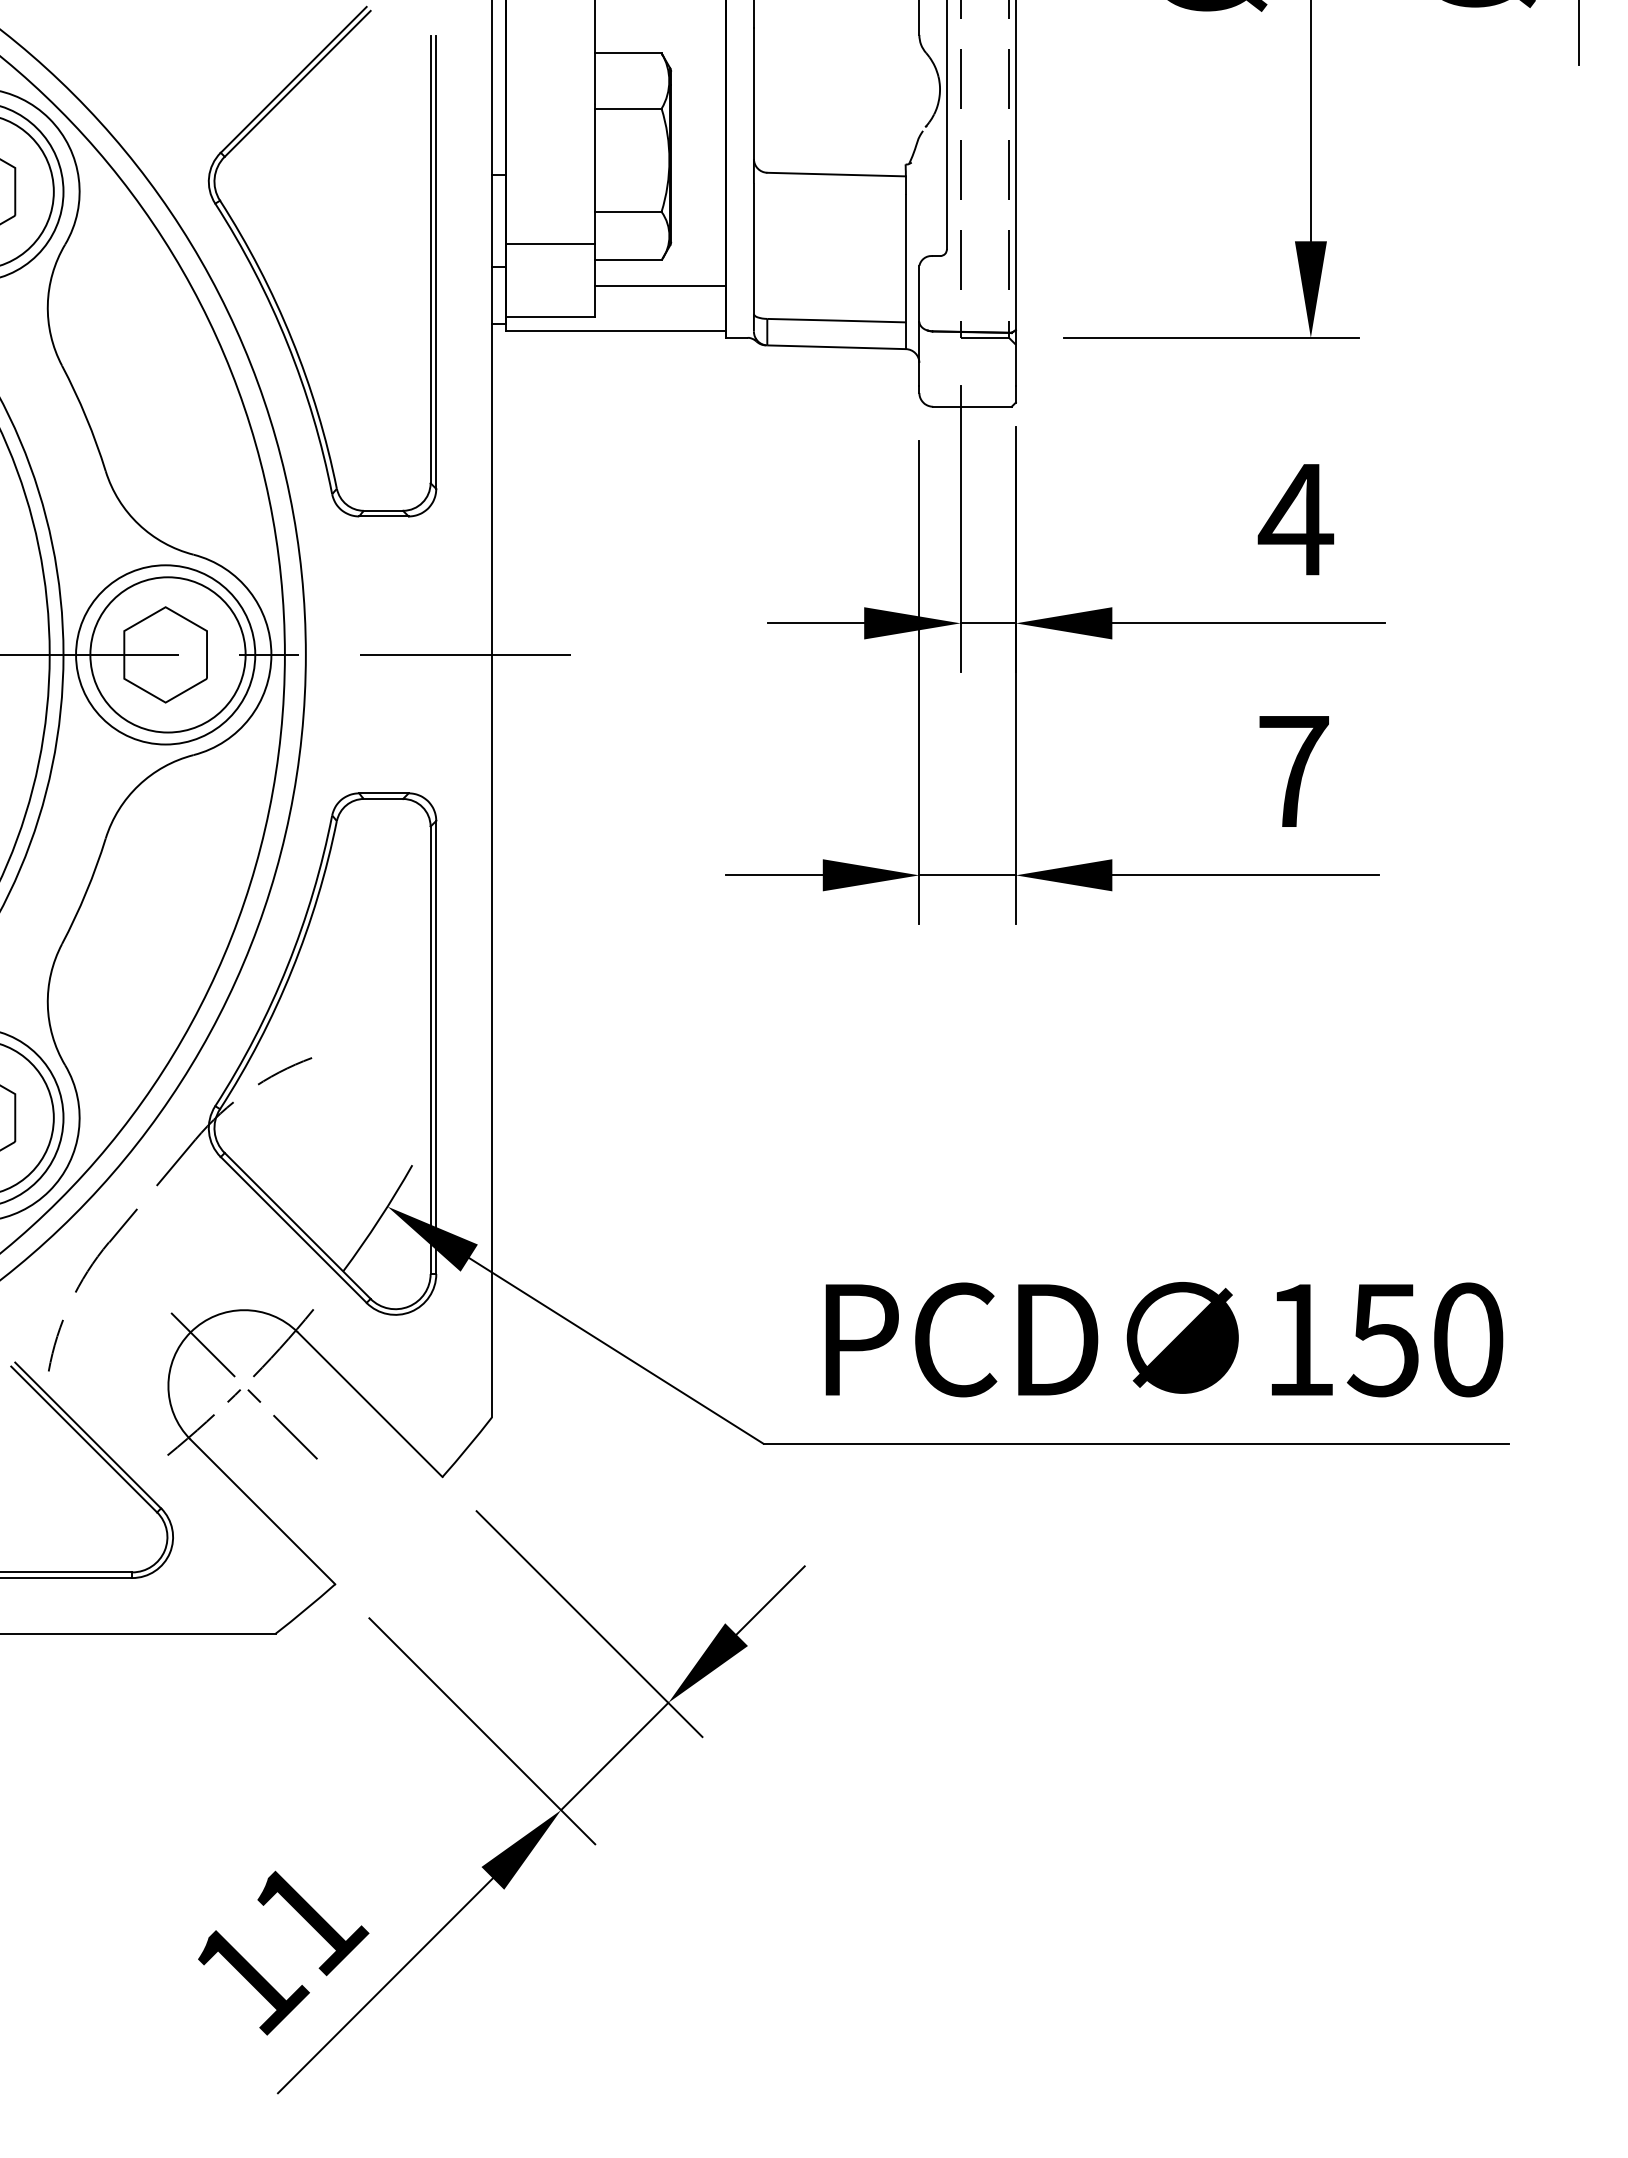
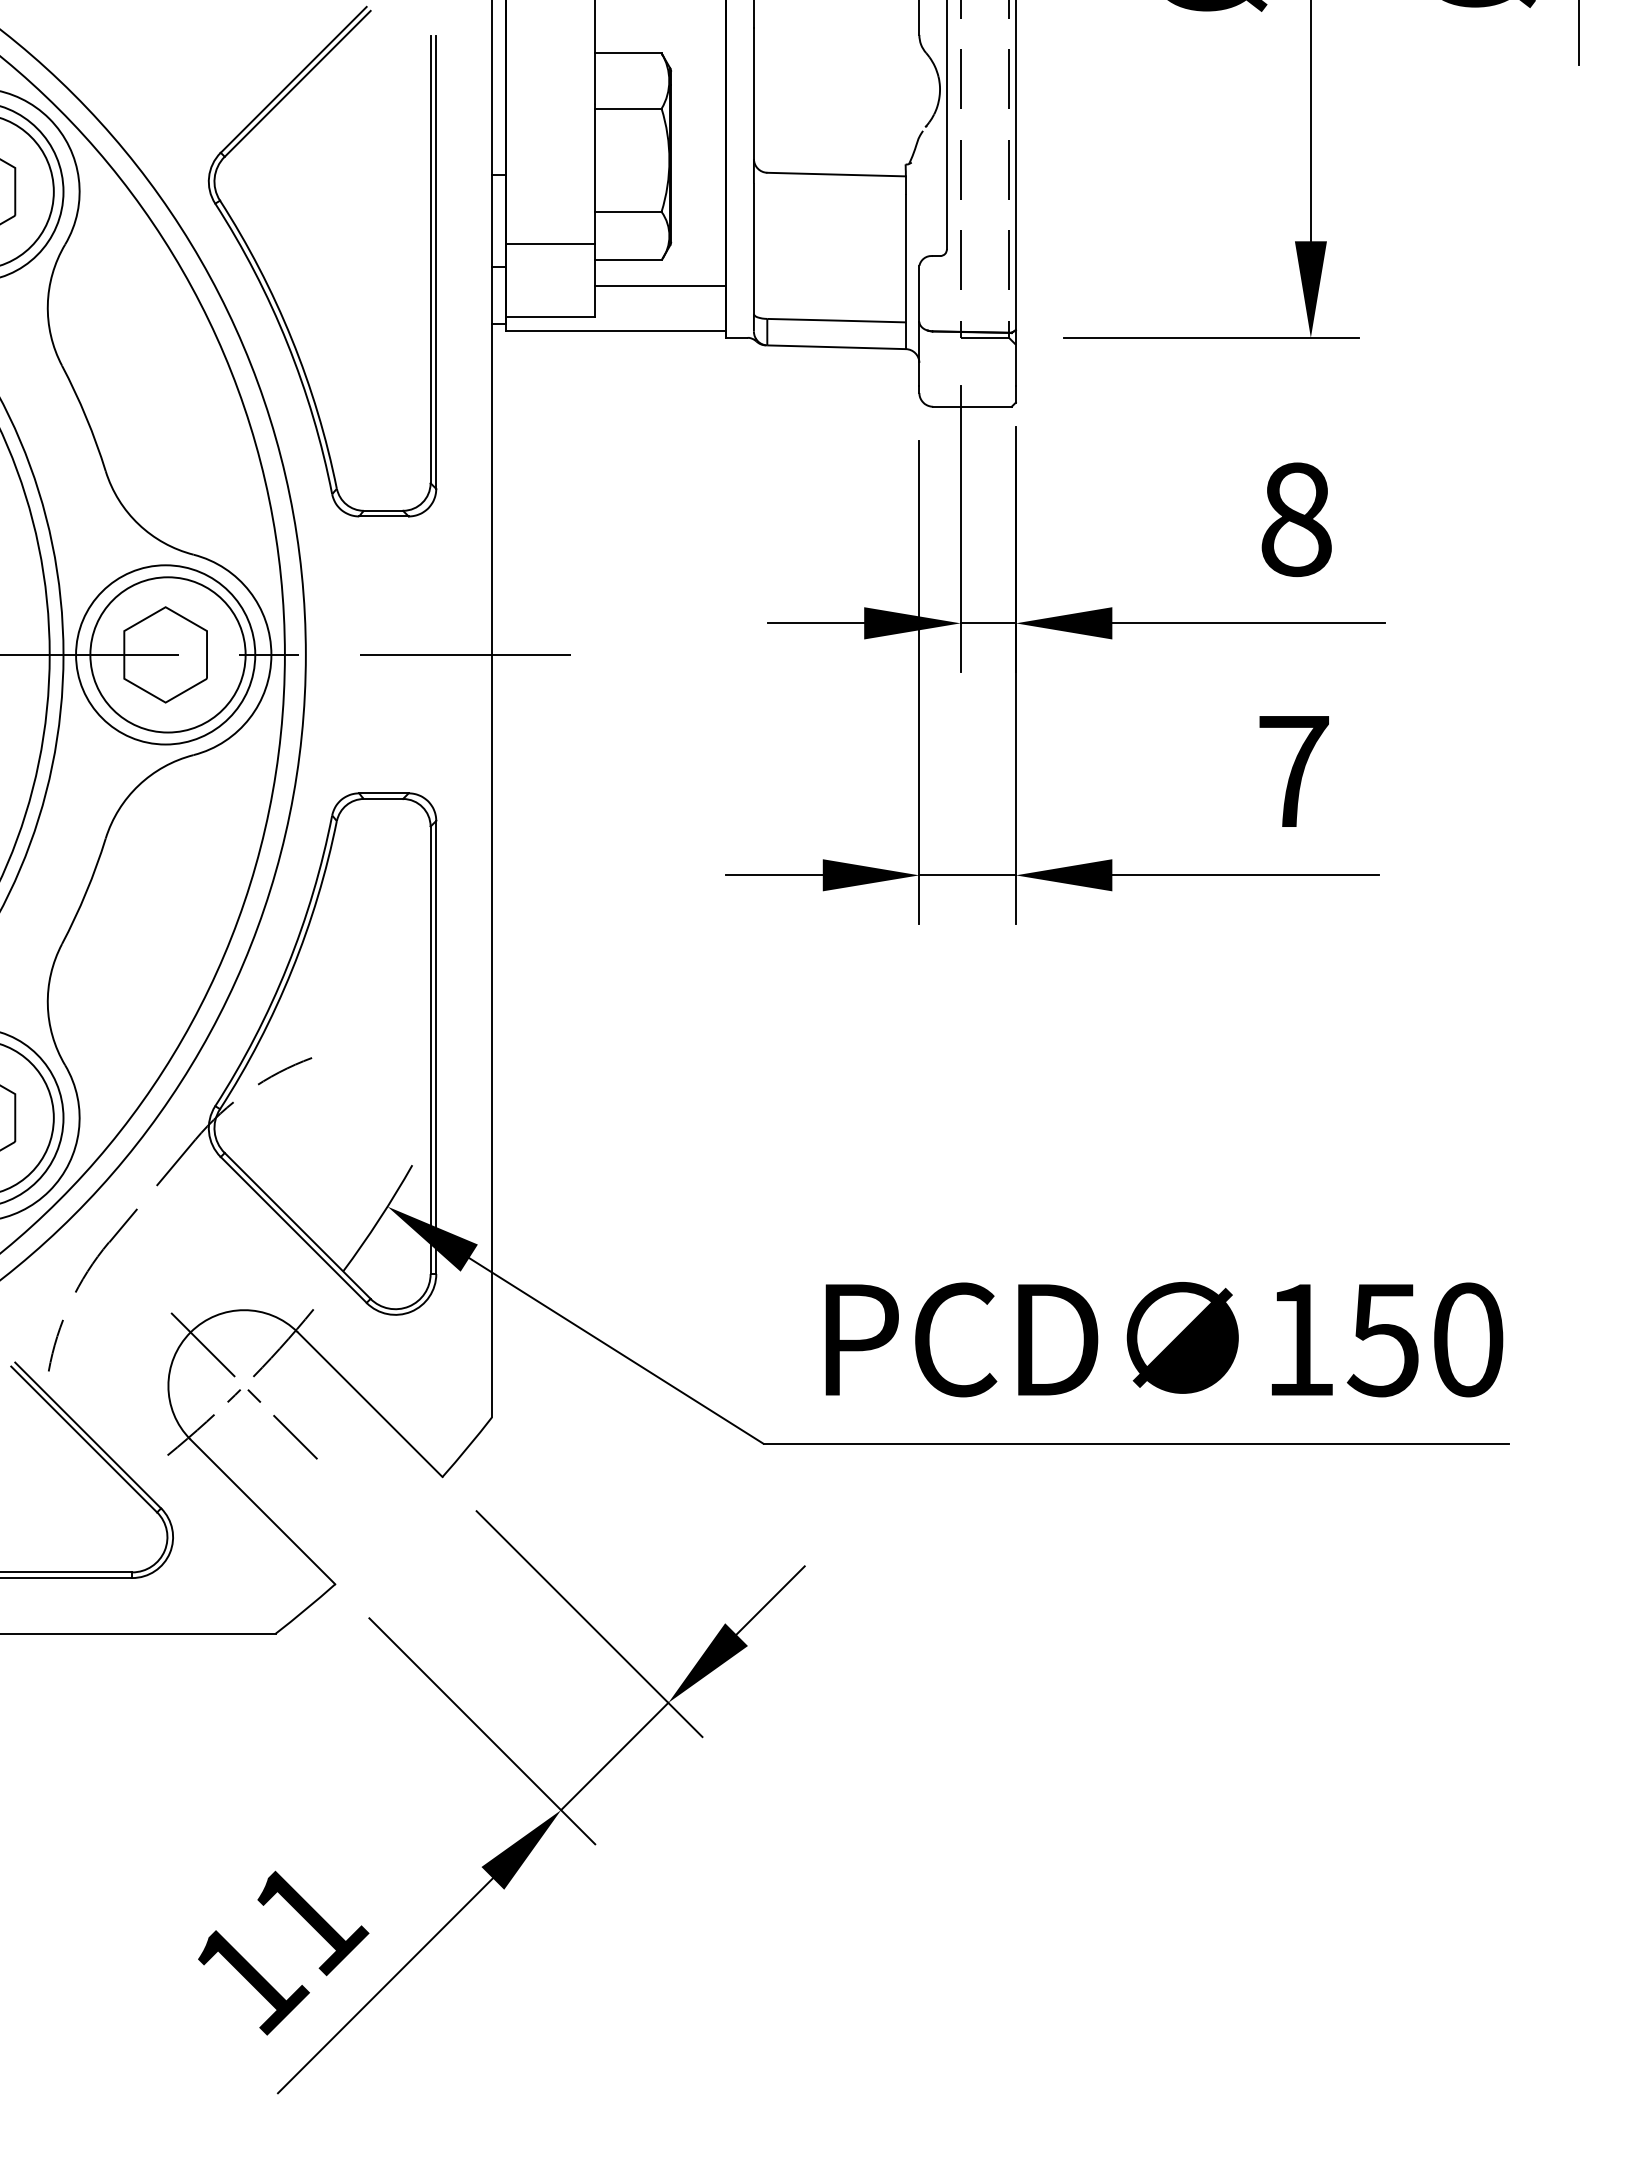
text at (1295, 519): 4 -> 8
